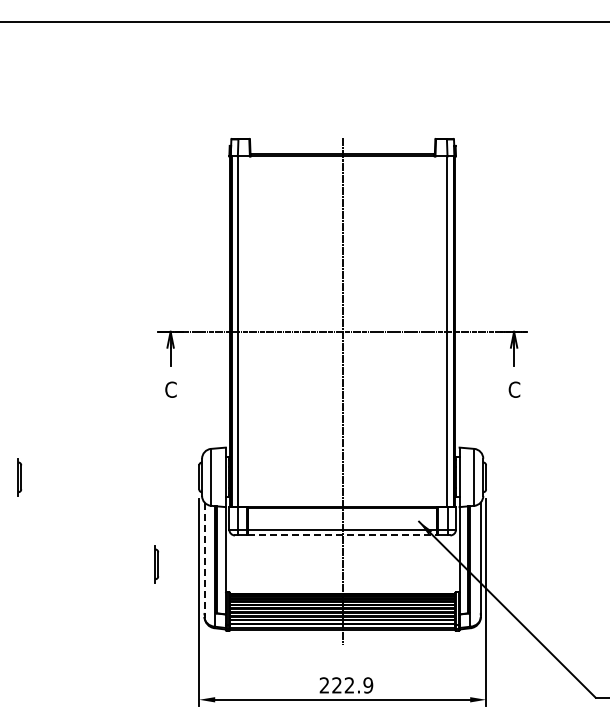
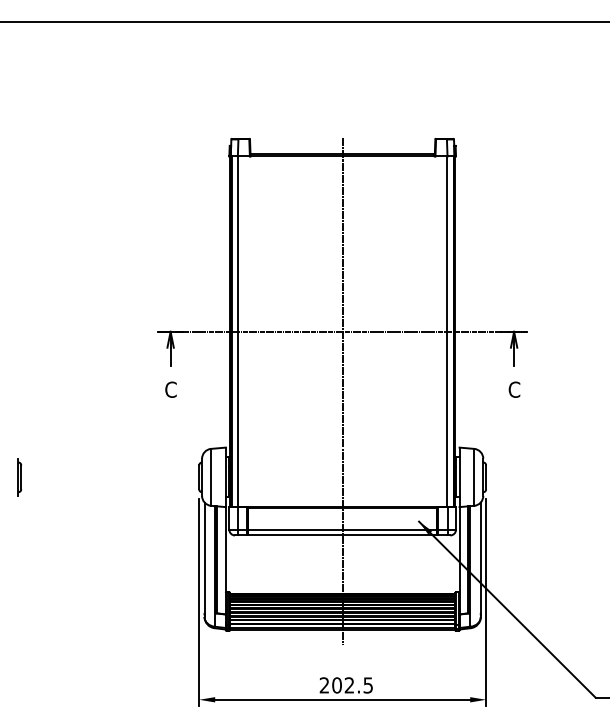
line at (343, 535): dashed -> solid
line at (204, 558): dashed -> solid
part at (156, 564): present -> none
text at (352, 685): 222.9 -> 202.5
